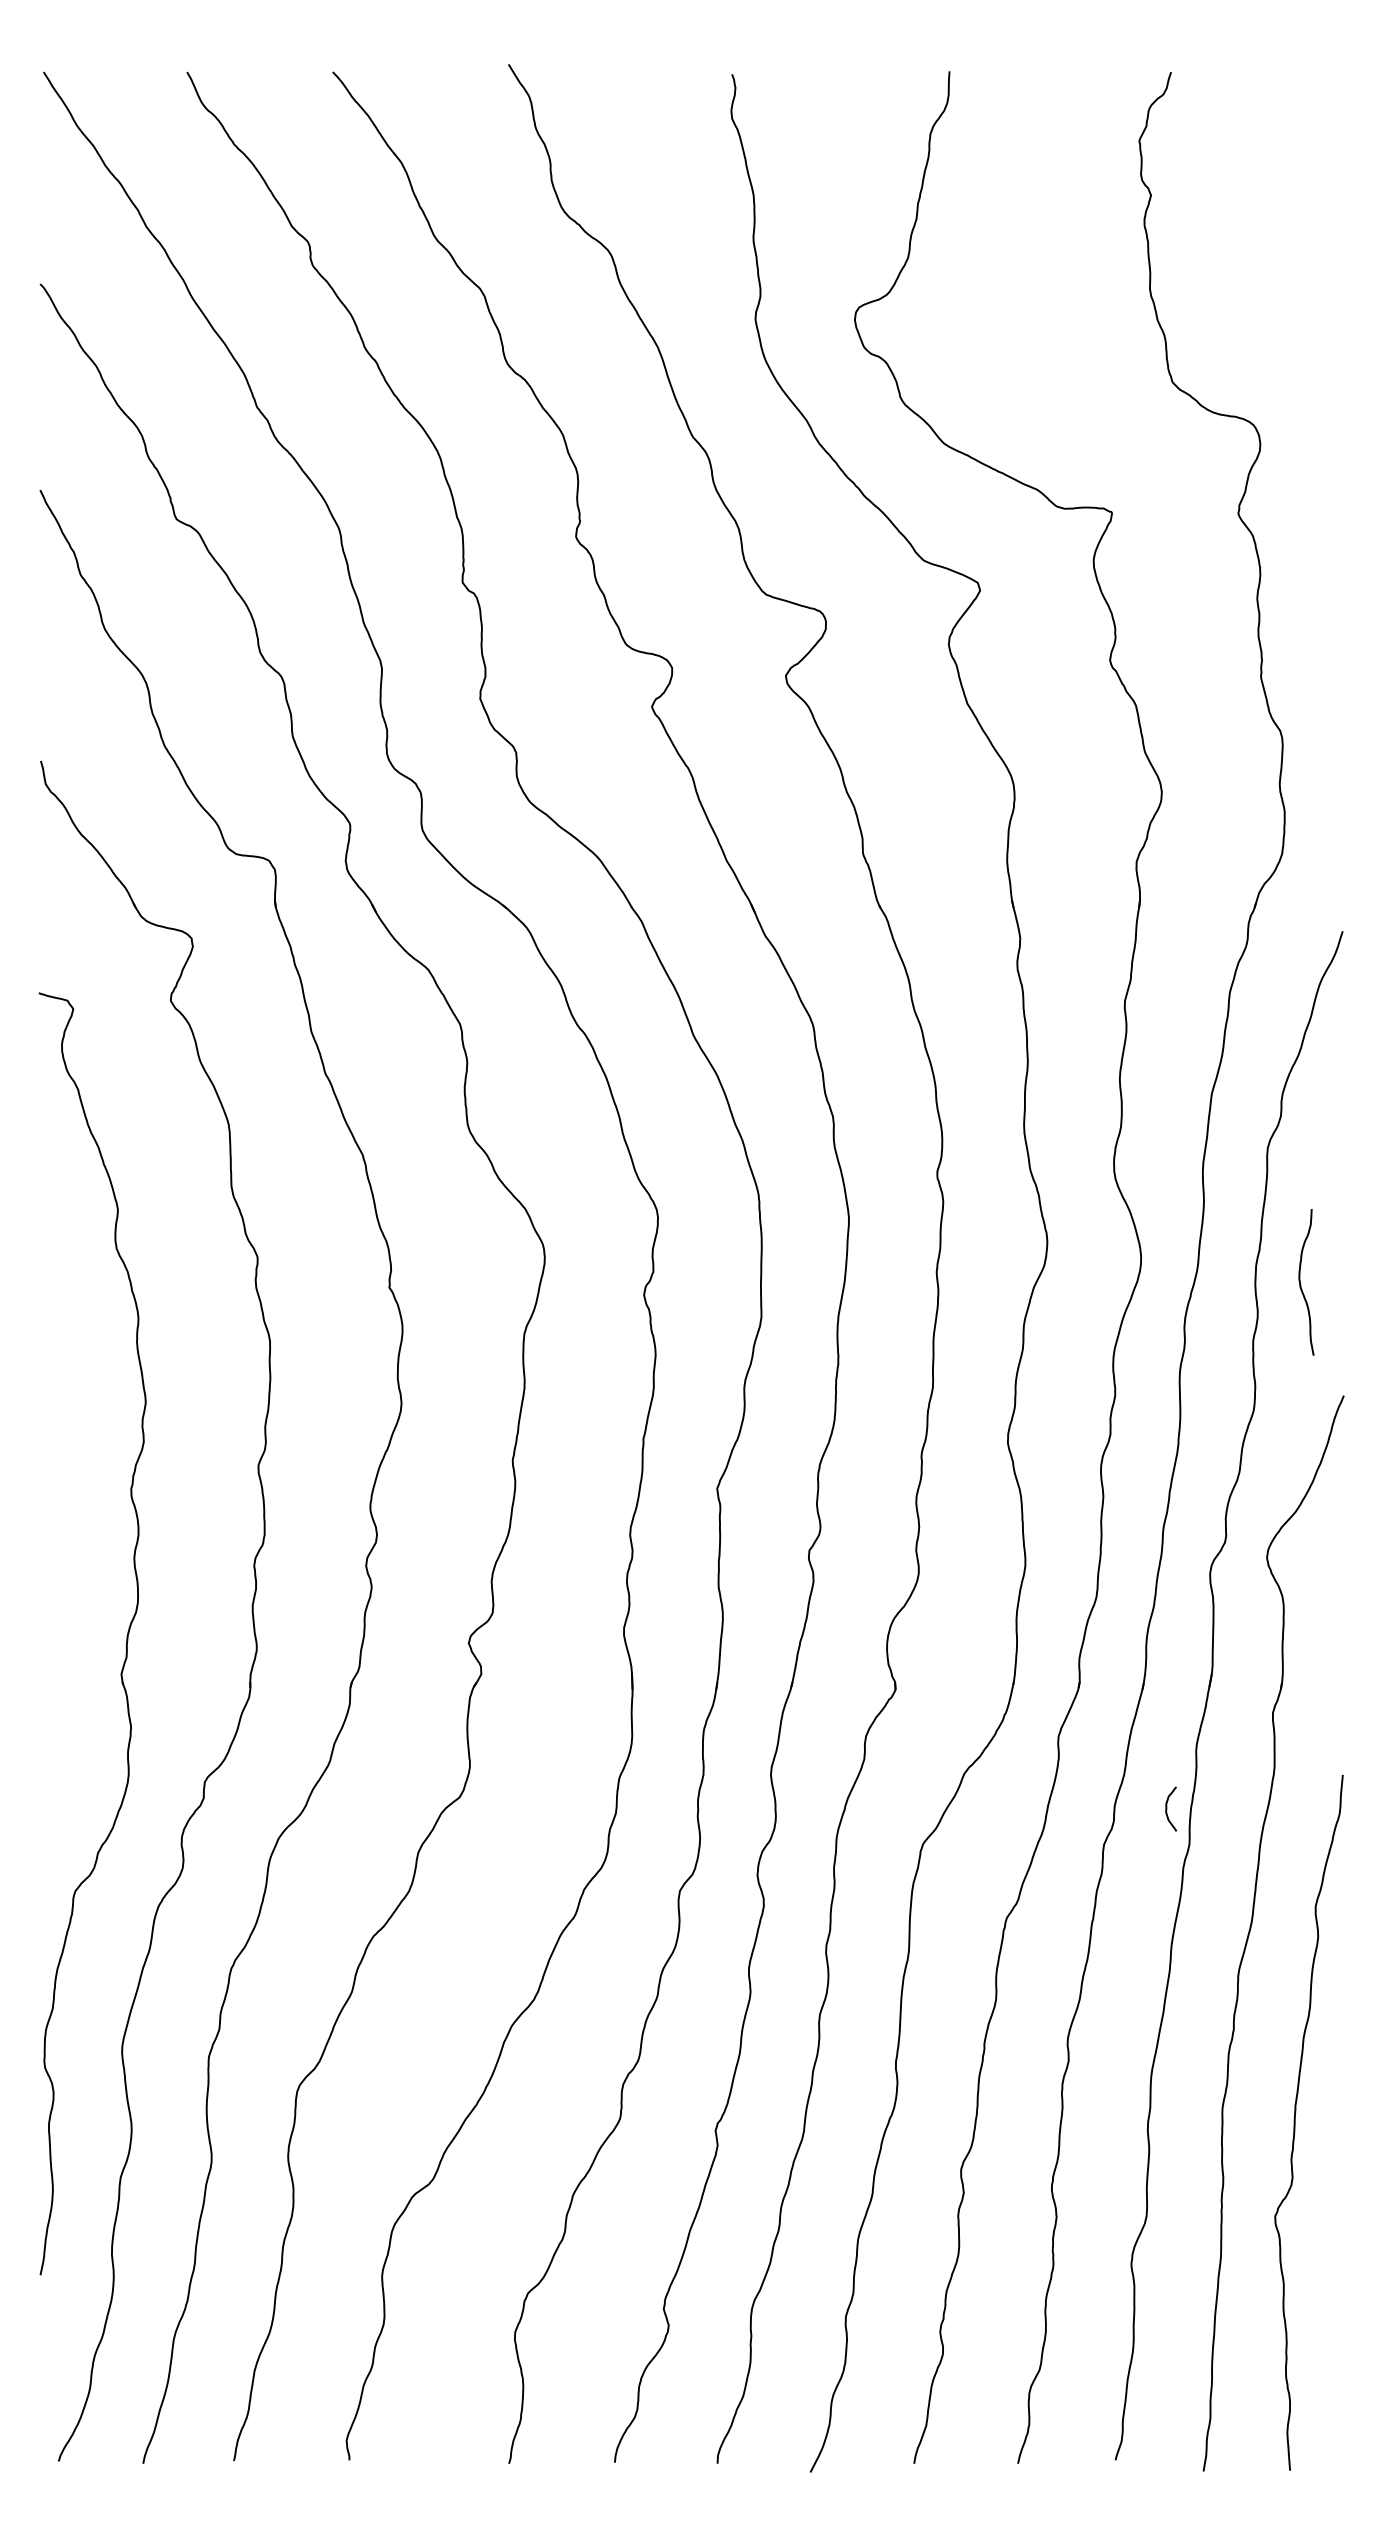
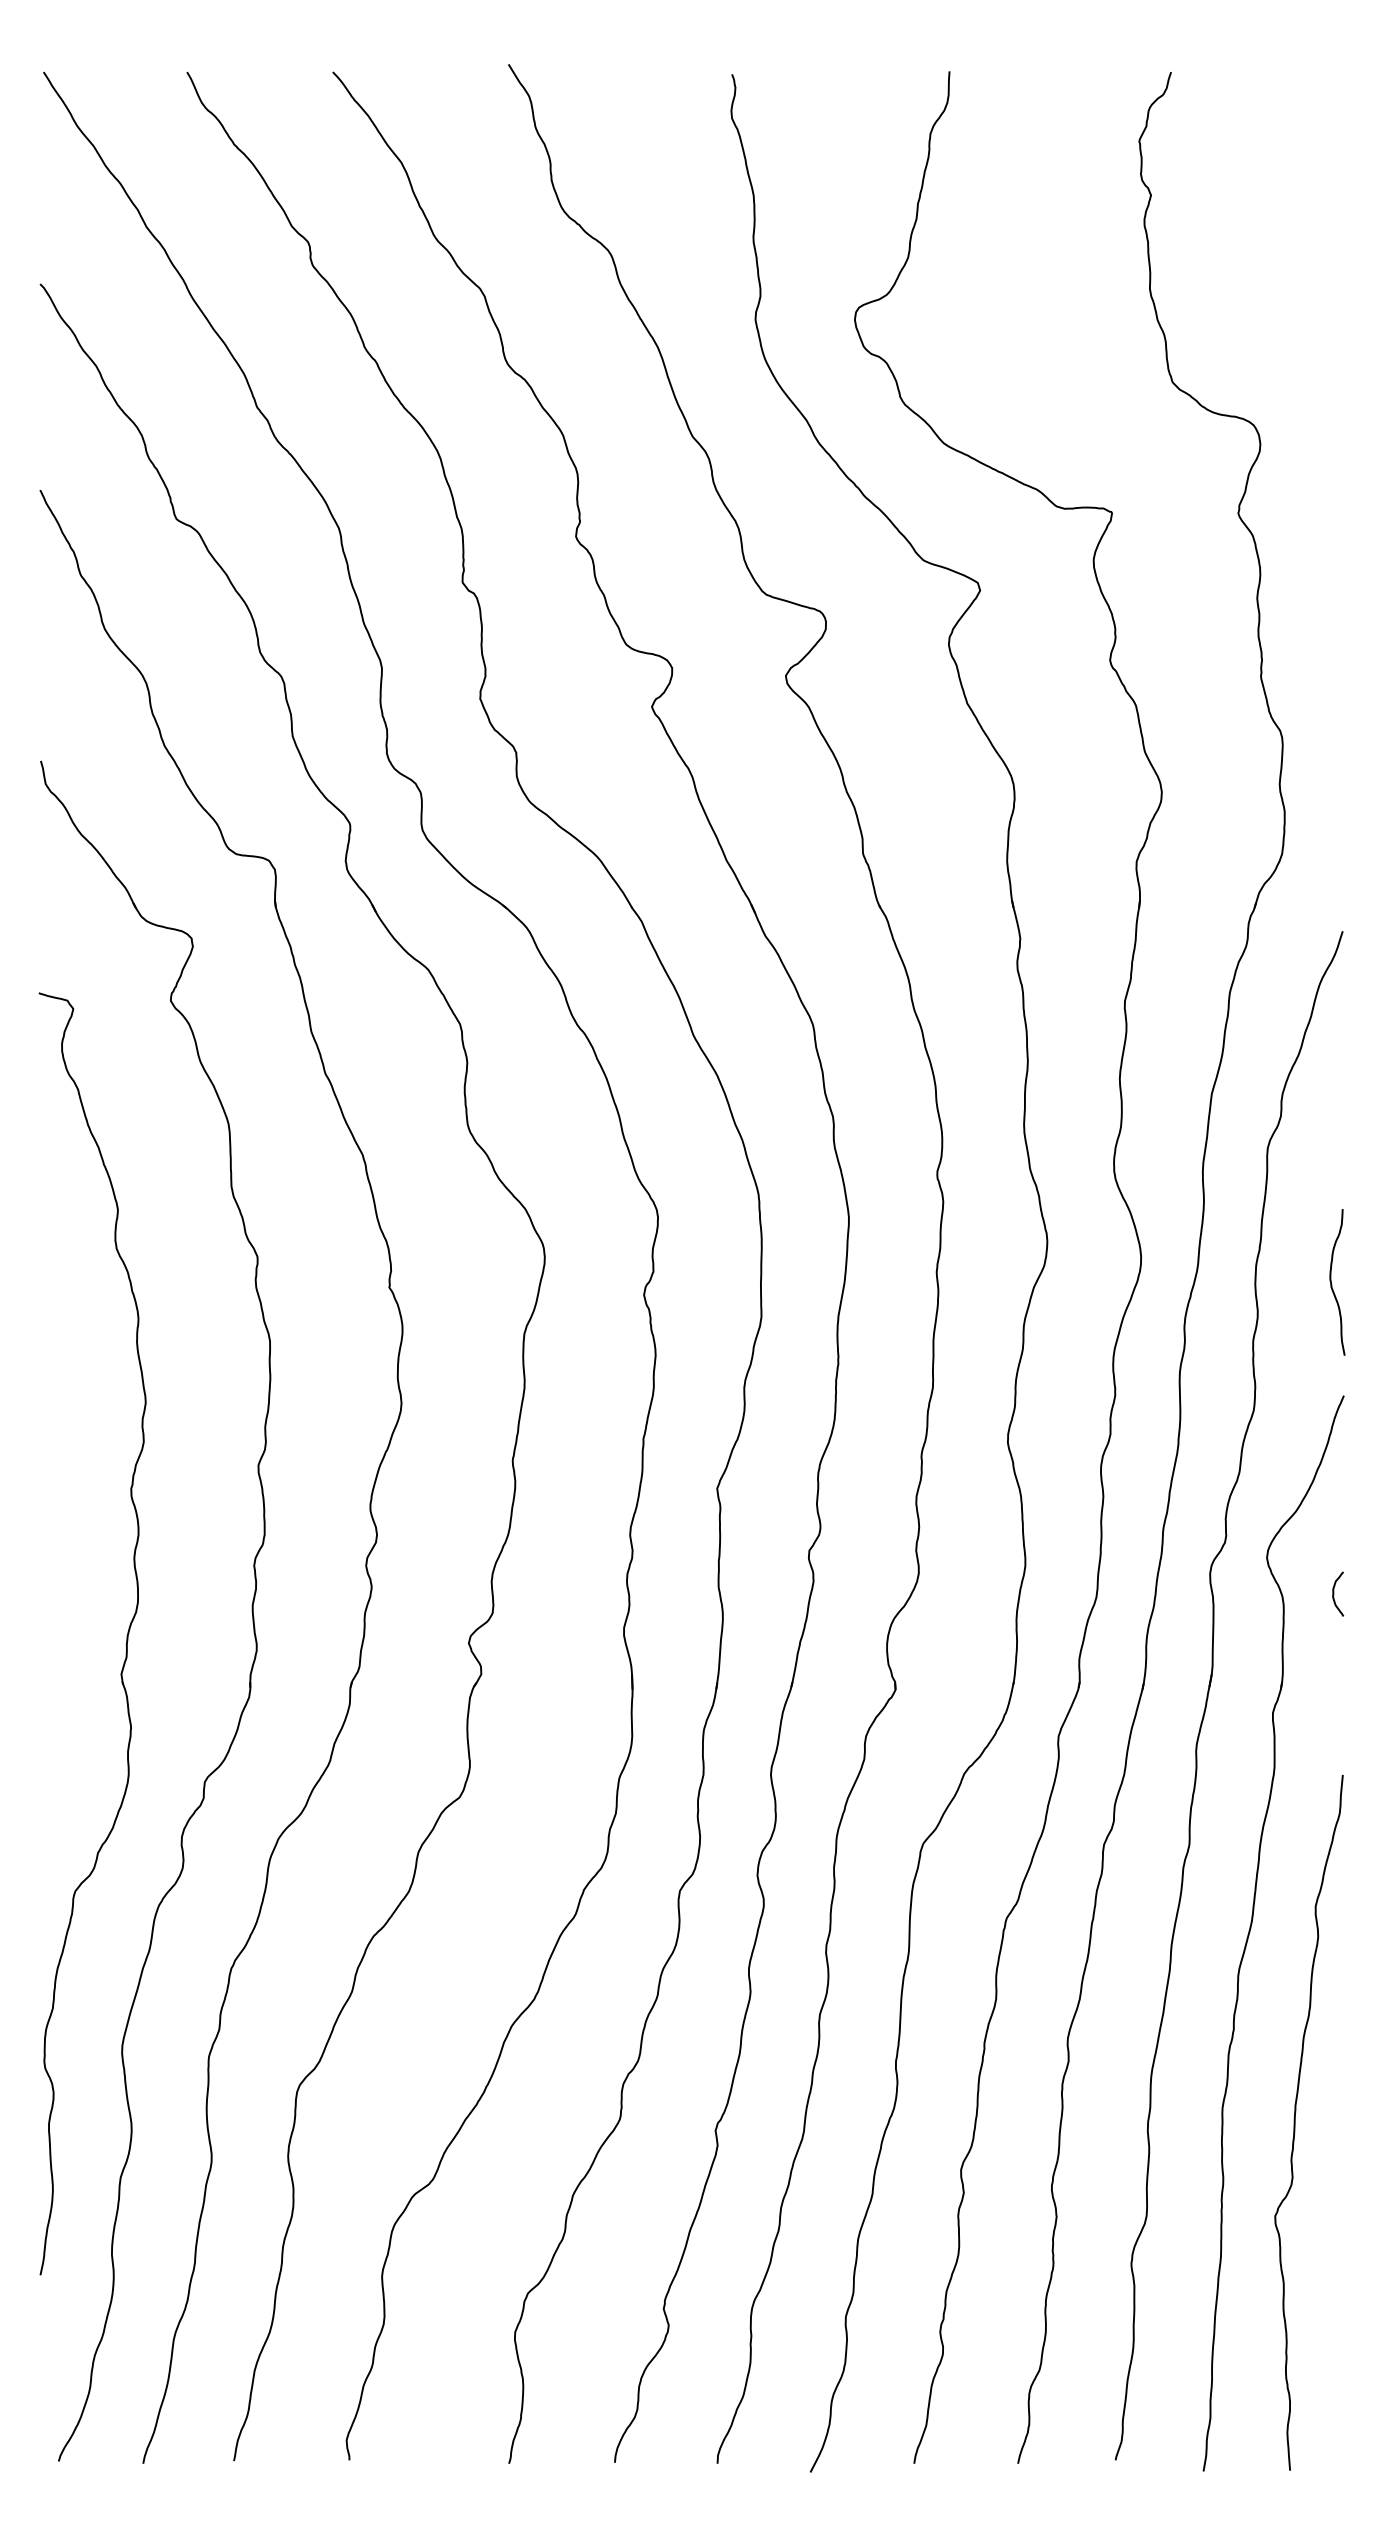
curve at (1301, 1284) position: (1301, 1284) -> (1332, 1284)
curve at (1167, 1808) position: (1167, 1808) -> (1334, 1593)
